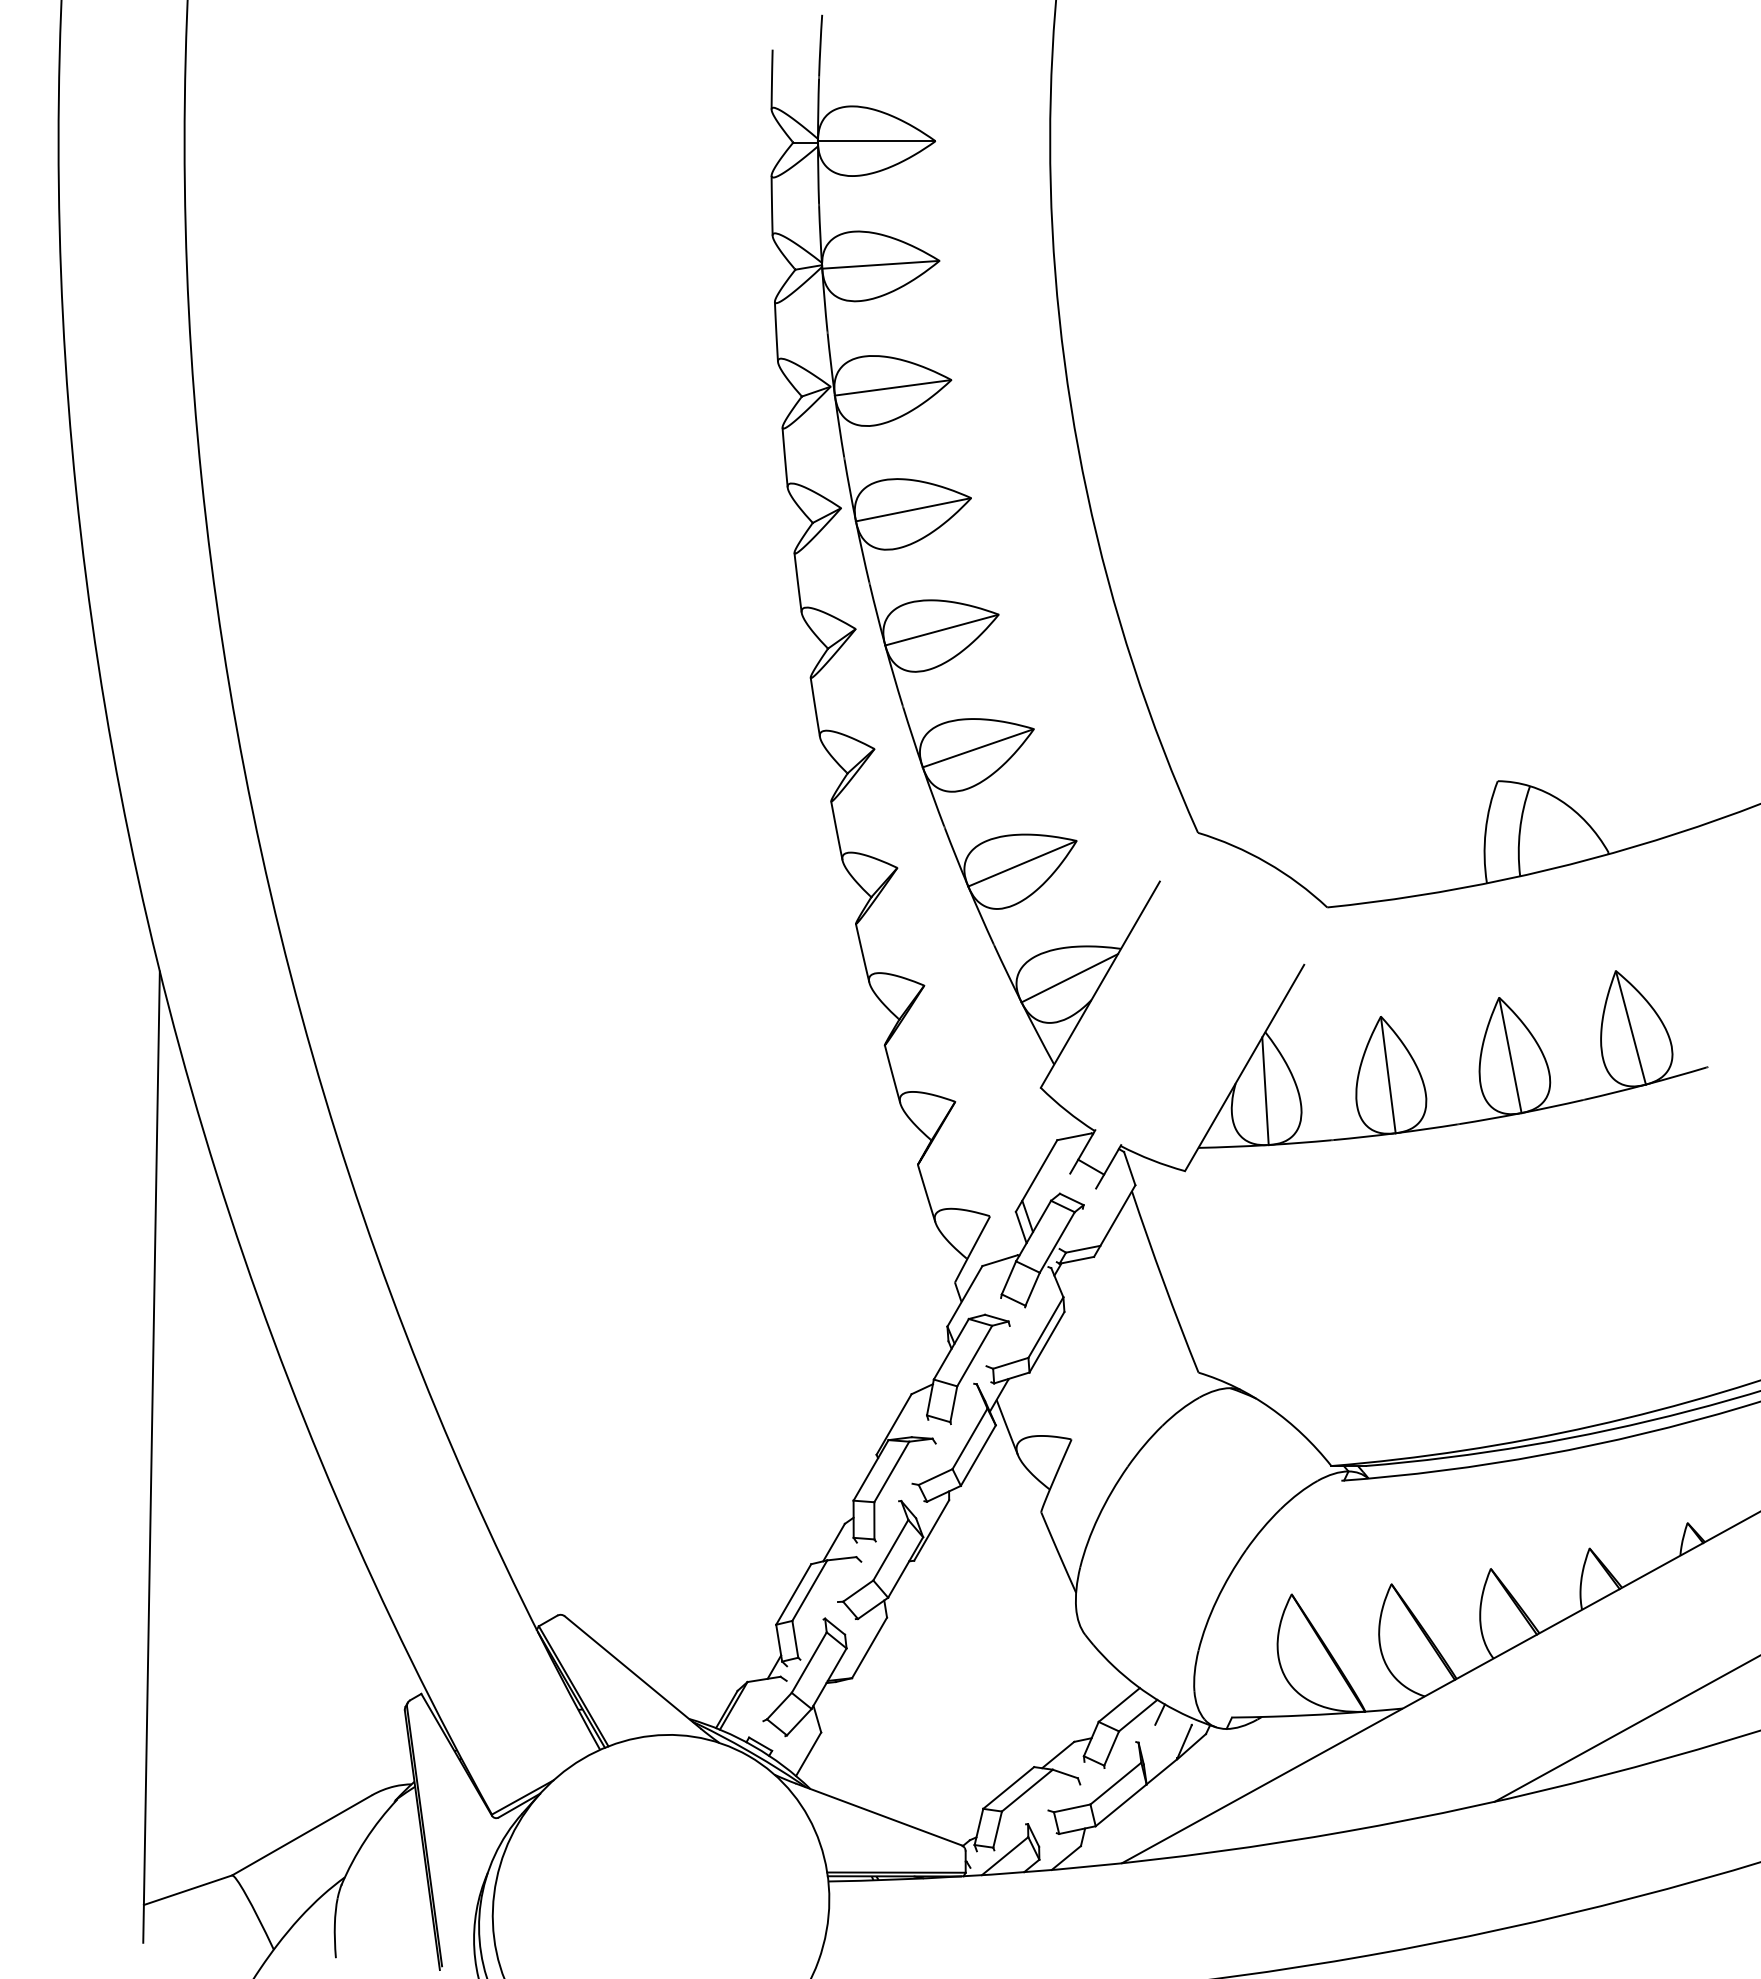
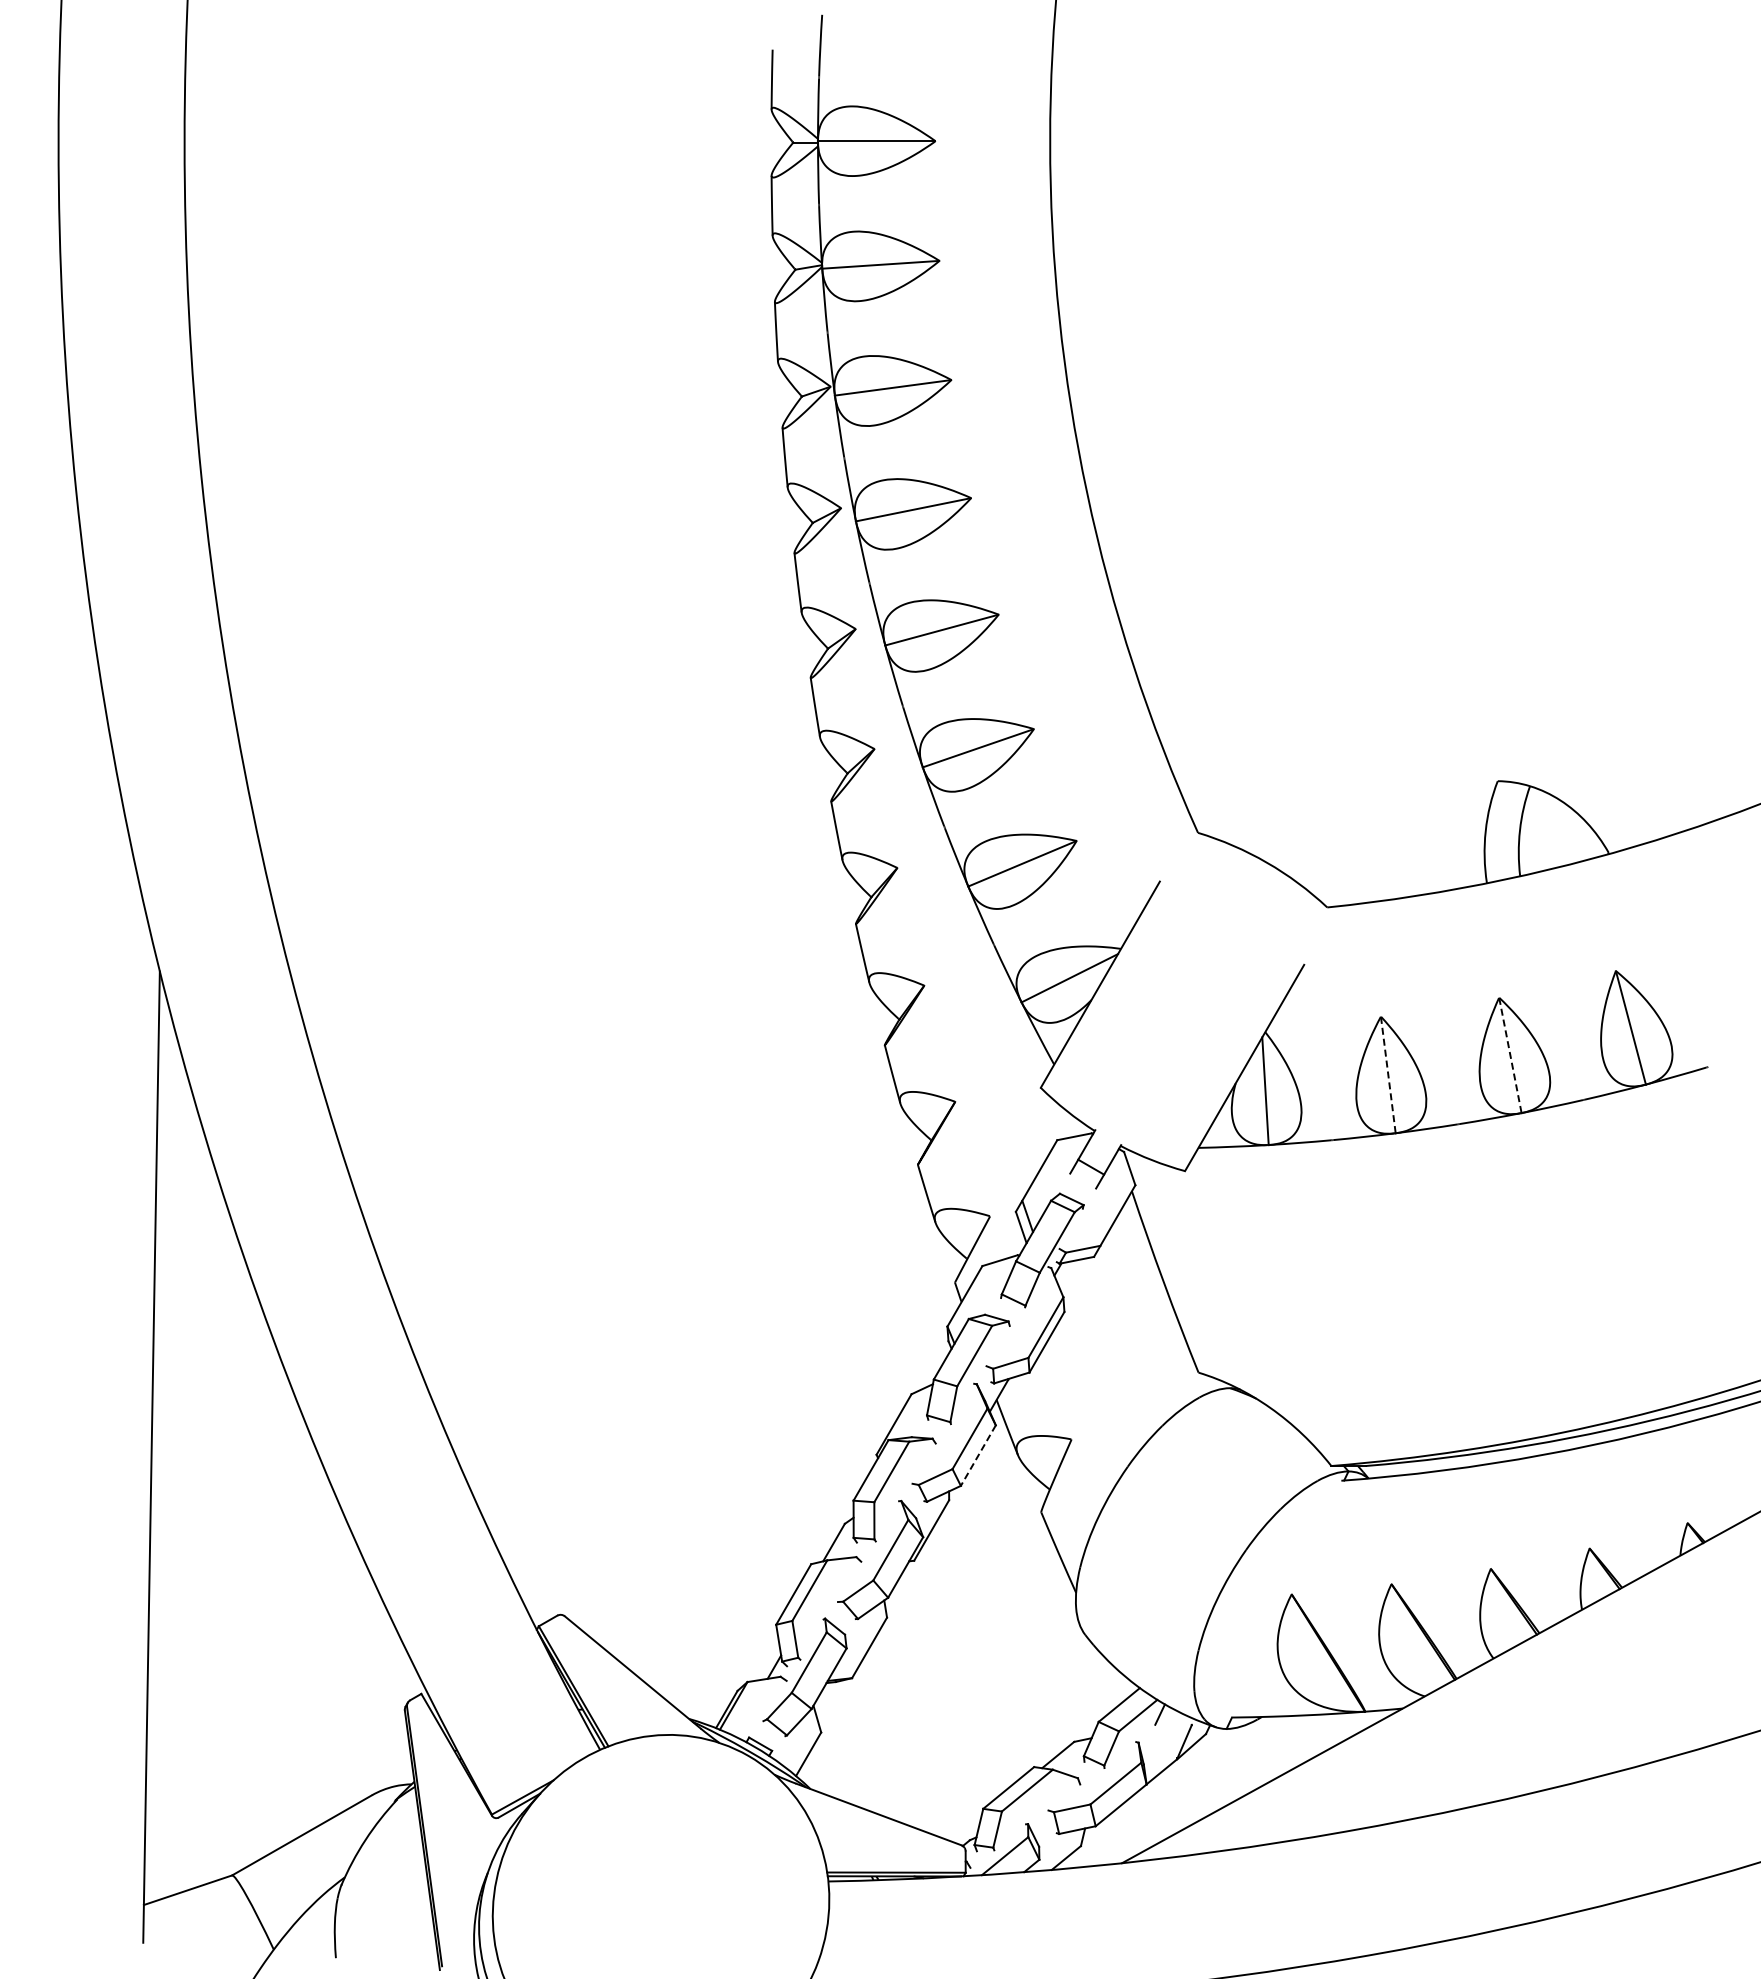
line at (1510, 1055): solid -> dashed
line at (1388, 1075): solid -> dashed
line at (978, 1455): solid -> dashed
line at (1625, 1729): present -> none
